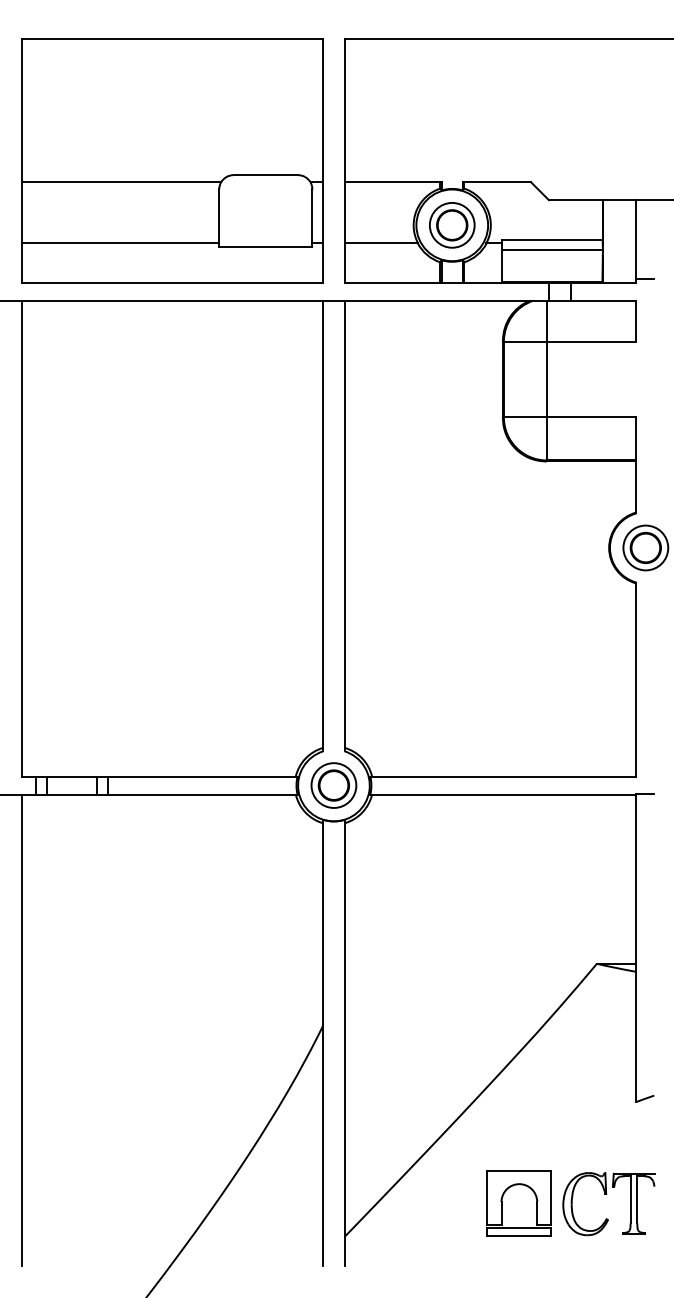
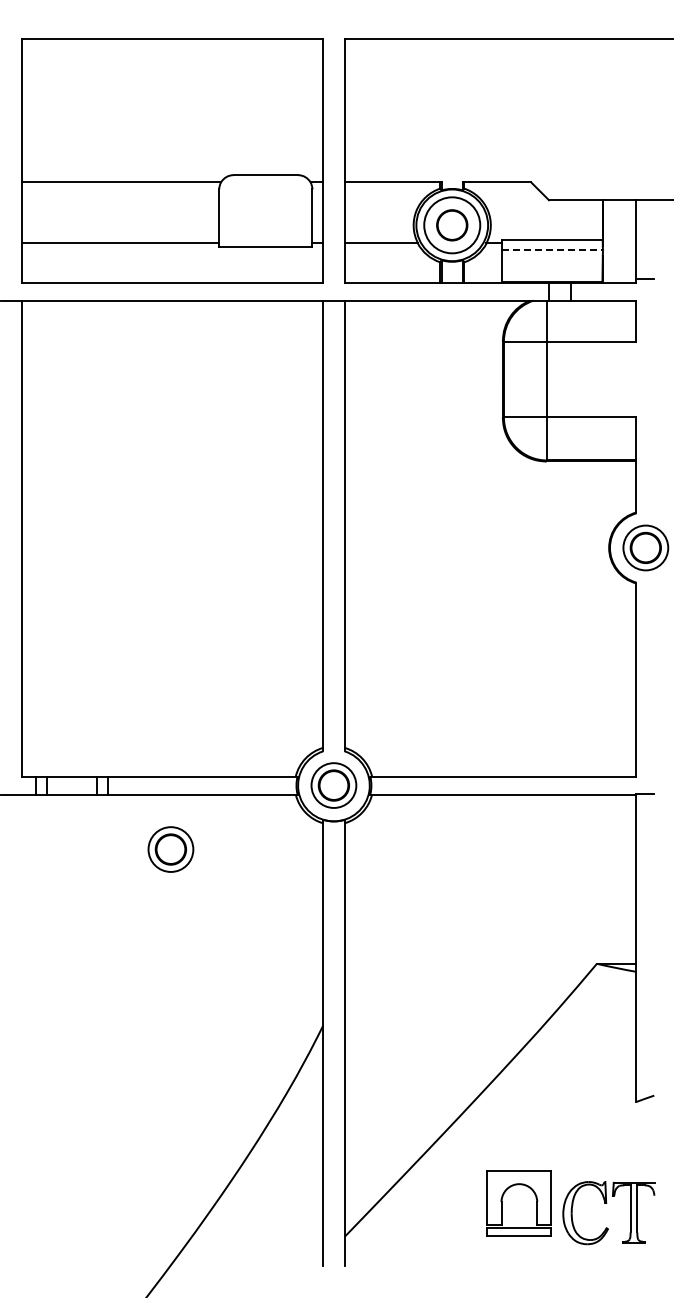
circle at (451, 224) diameter: 45 px -> 56 px
line at (553, 250): solid -> dashed
part at (170, 849): none -> present
line at (22, 1030): present -> none
part at (607, 1194) position: (607, 1194) -> (607, 1203)
